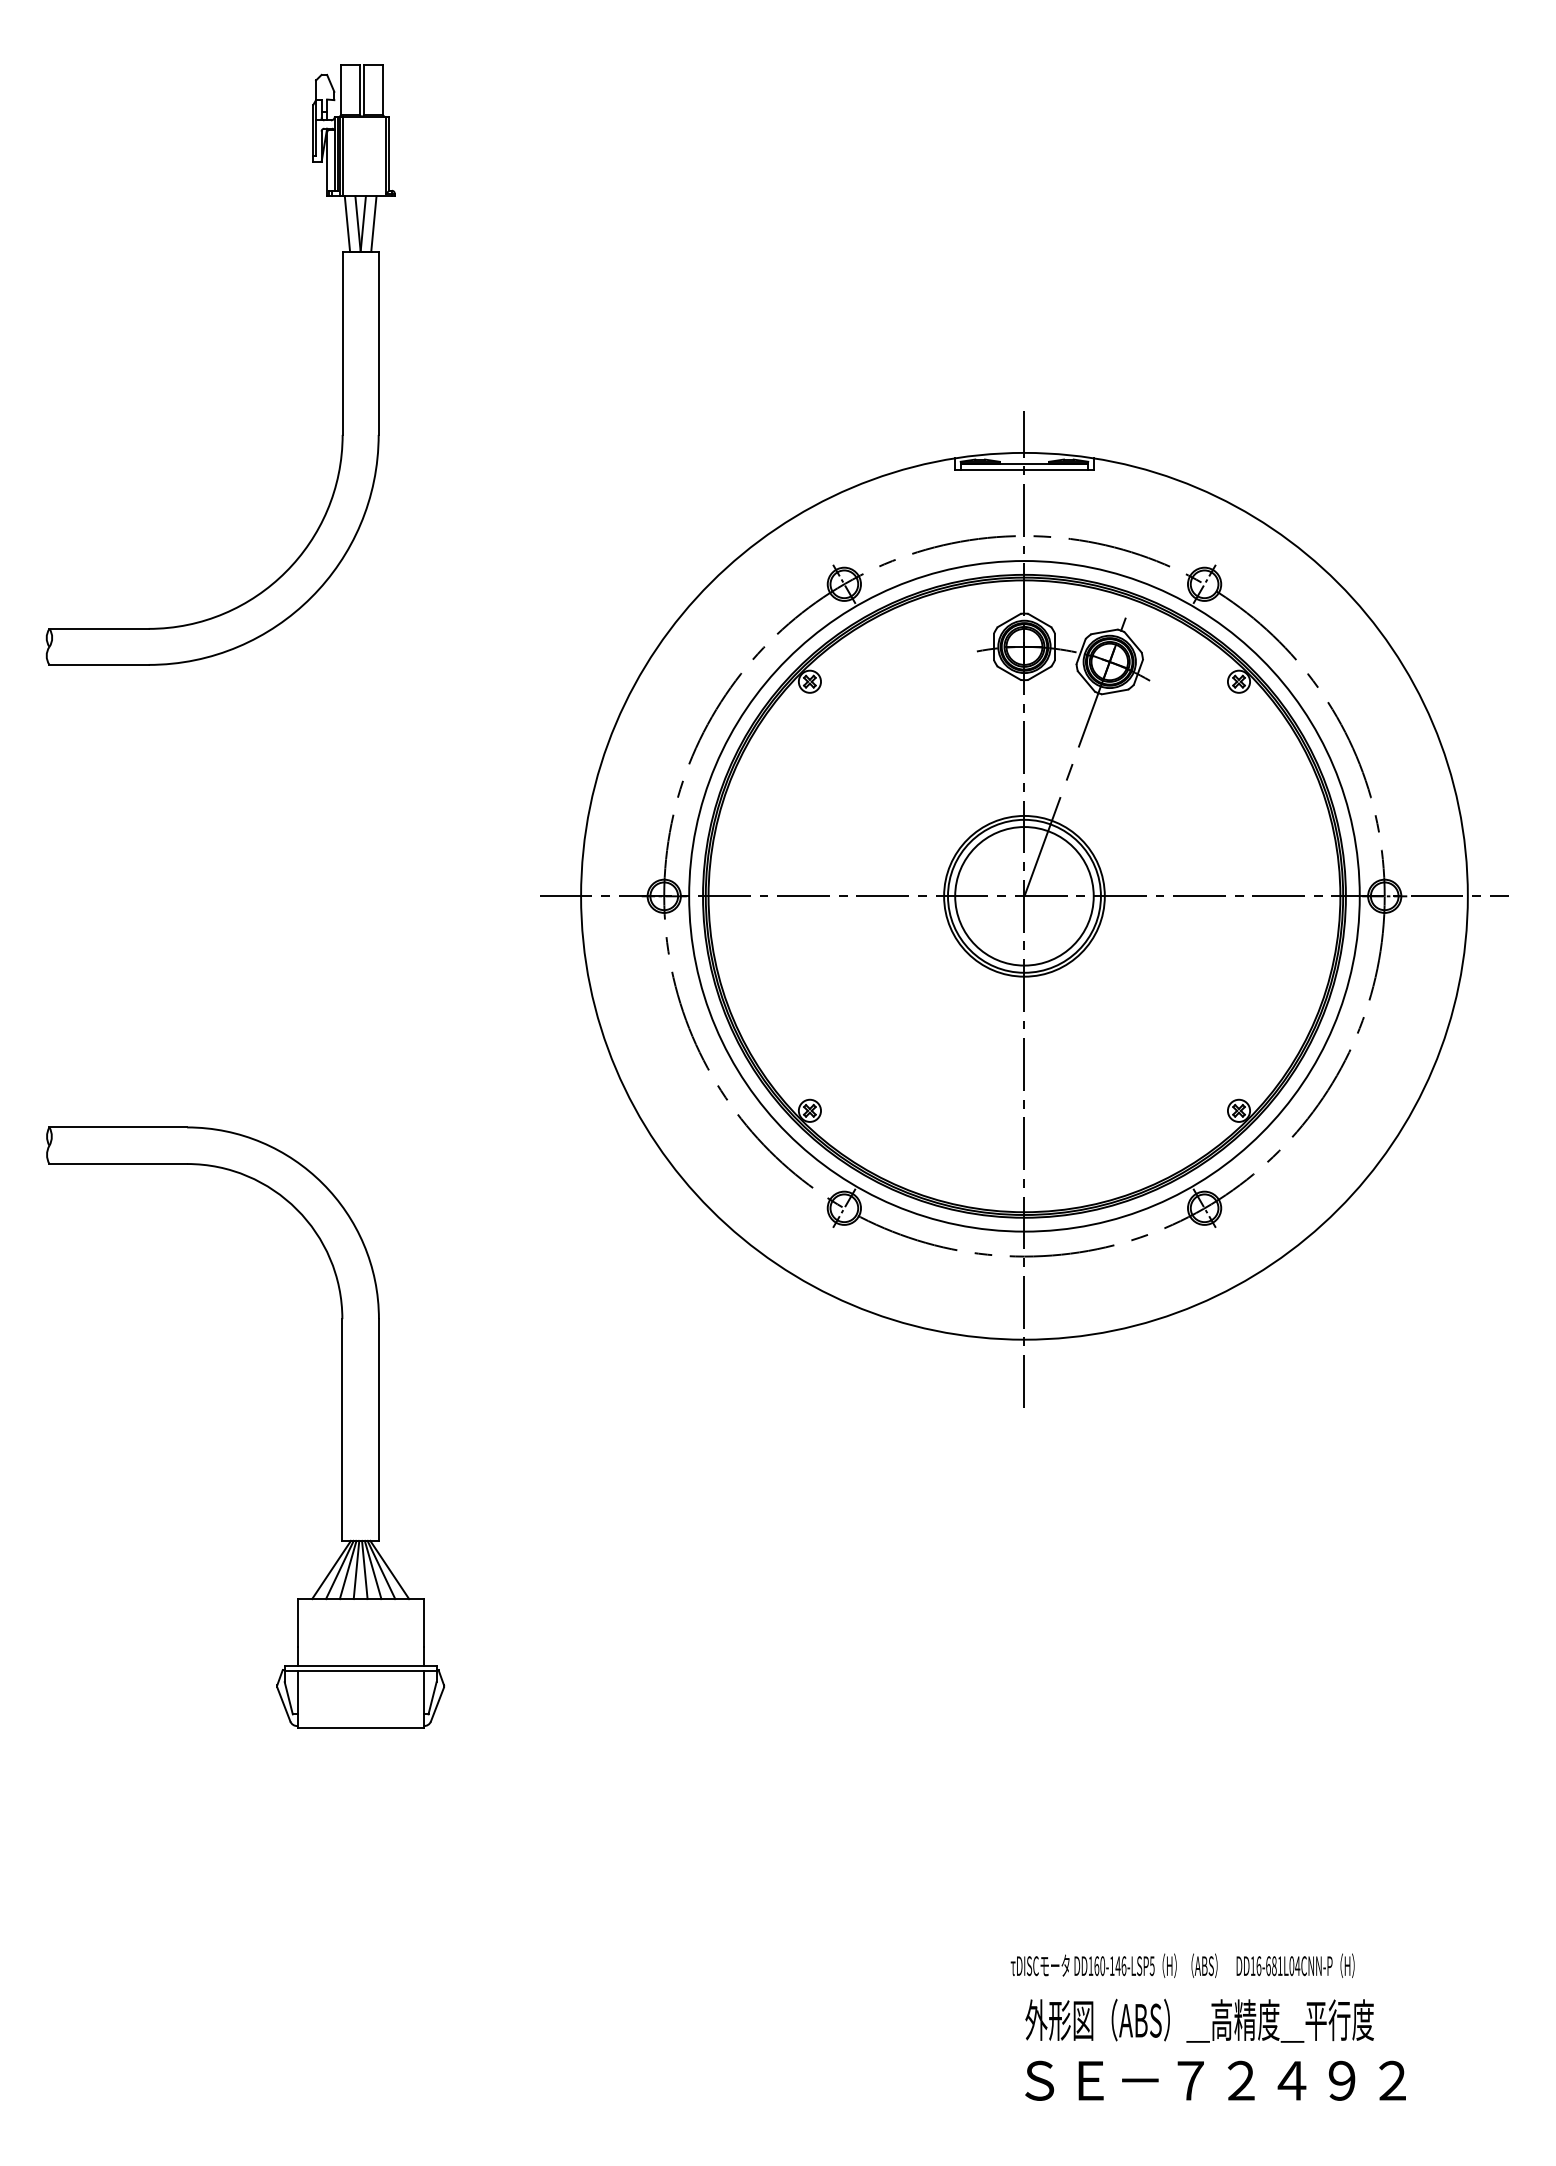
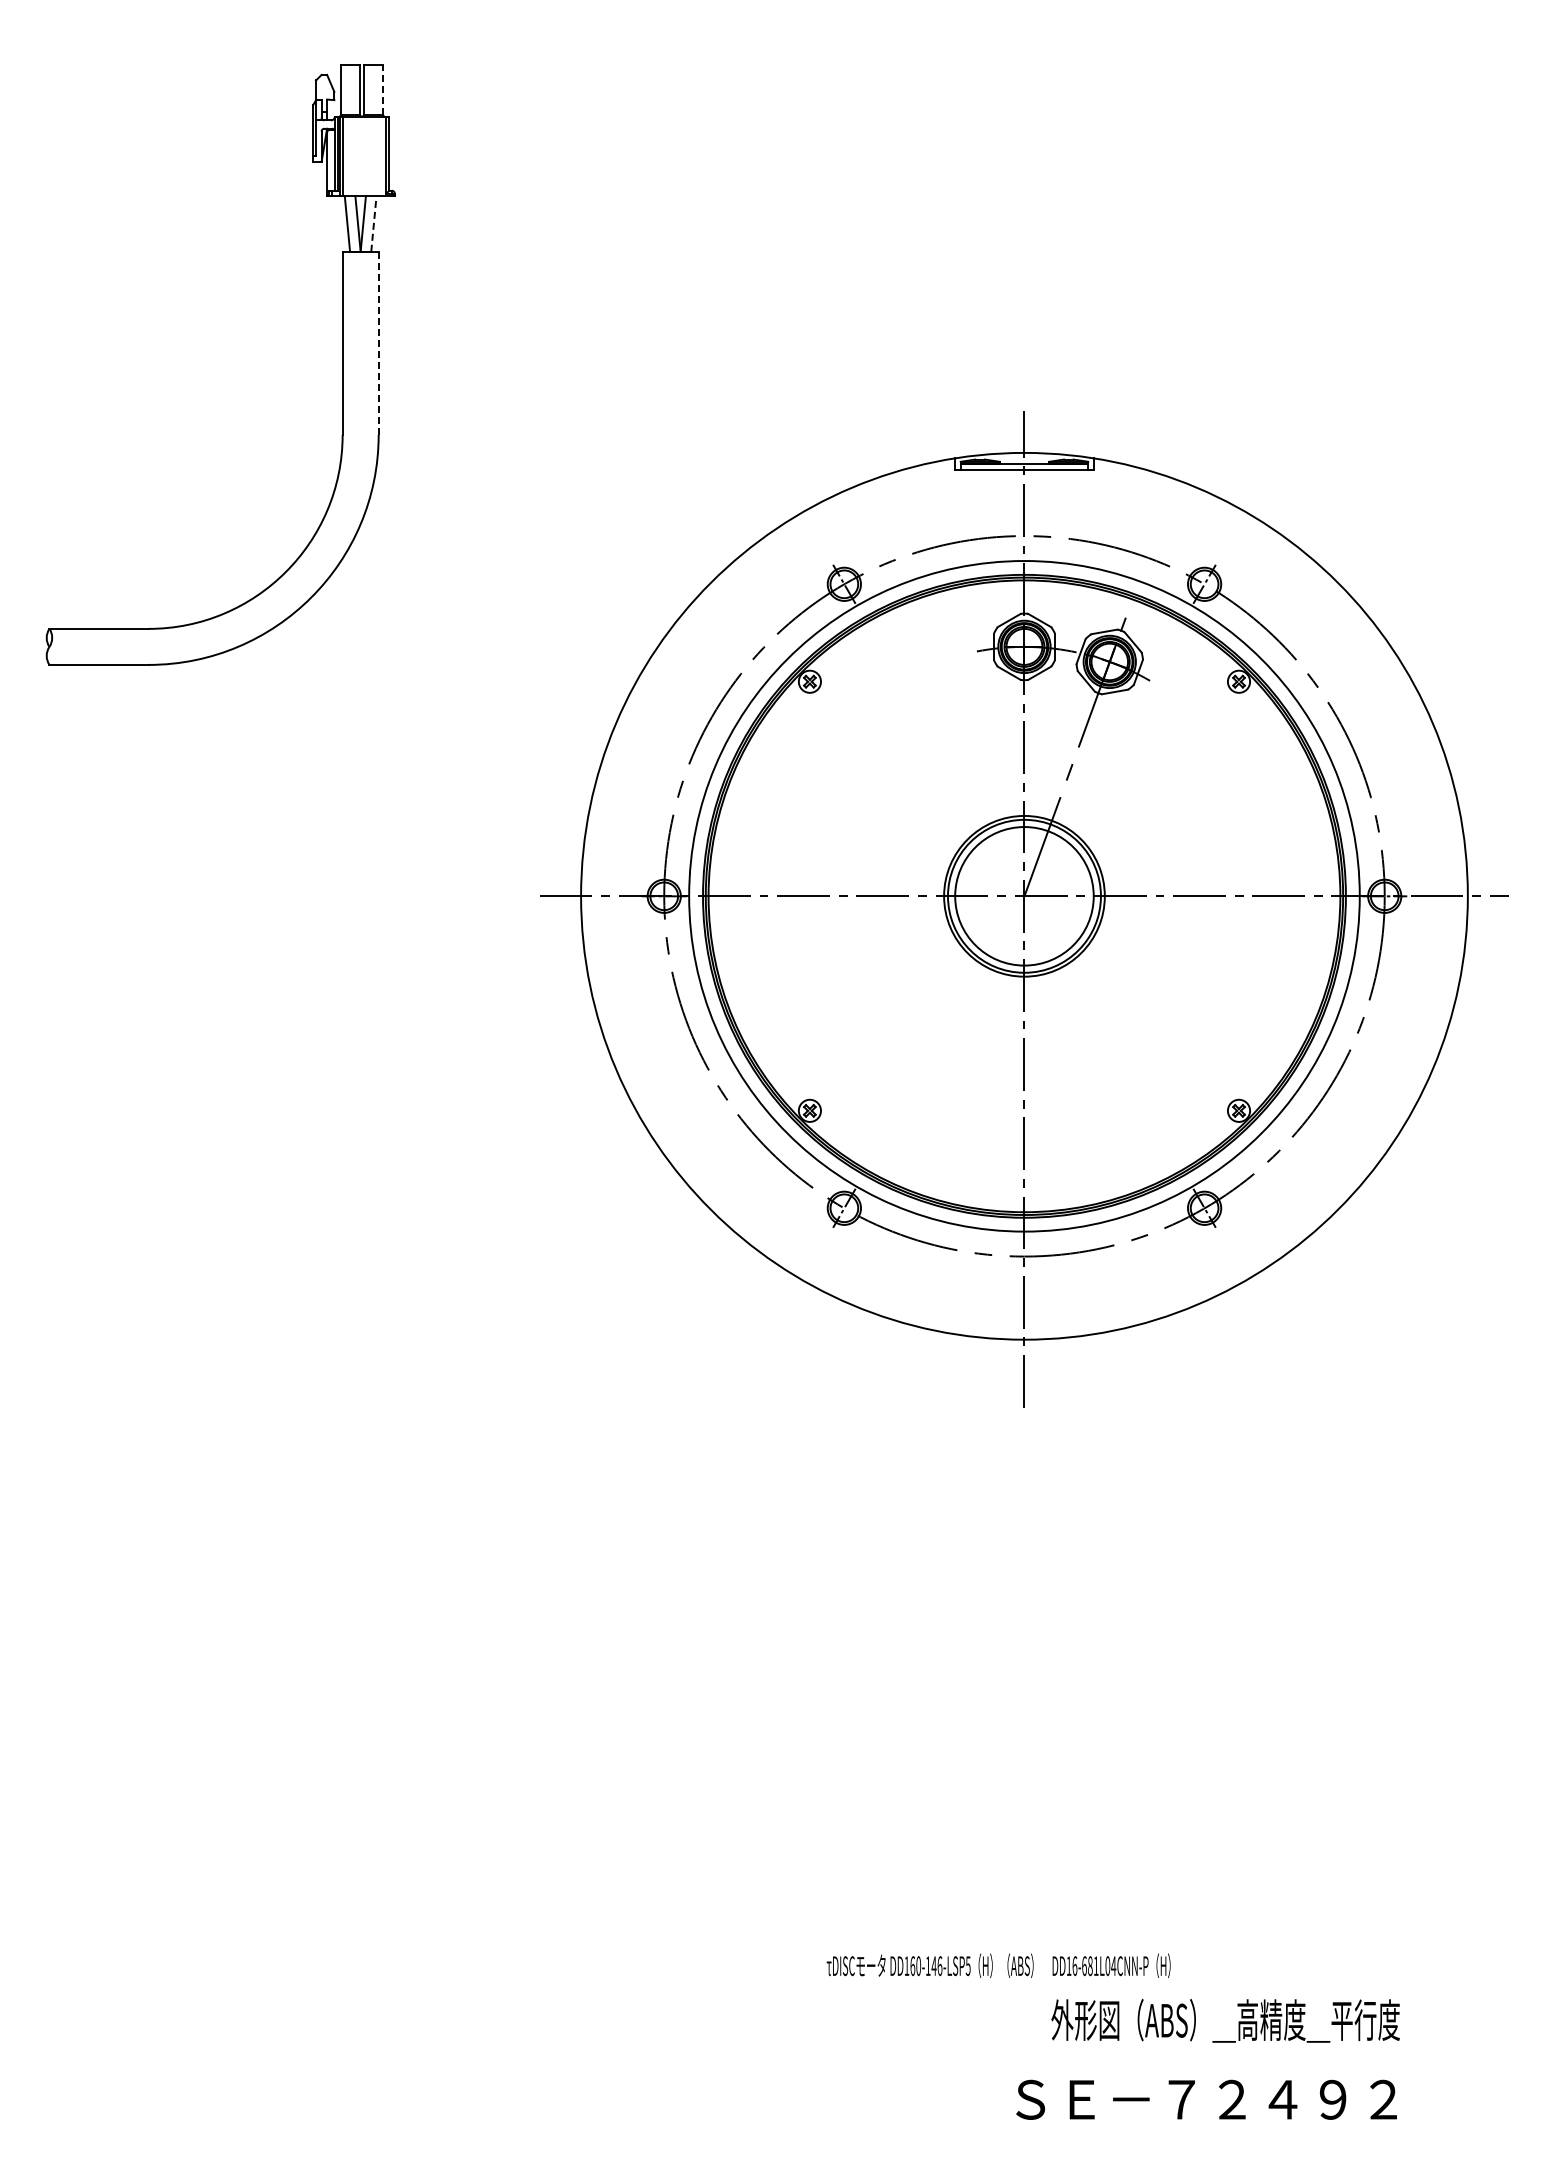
line at (383, 89): solid -> dashed
line at (373, 224): solid -> dashed
line at (378, 343): solid -> dashed
part at (341, 1427): present -> none
text at (1182, 1965) position: (1182, 1965) -> (998, 1965)
text at (1199, 2020) position: (1199, 2020) -> (1225, 2020)
text at (1215, 2080) position: (1215, 2080) -> (1206, 2099)
